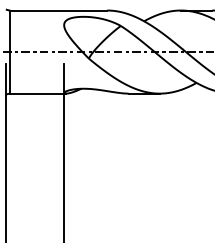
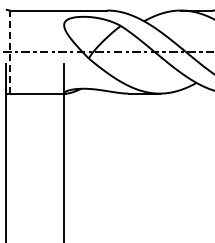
line at (10, 52): solid -> dashed
